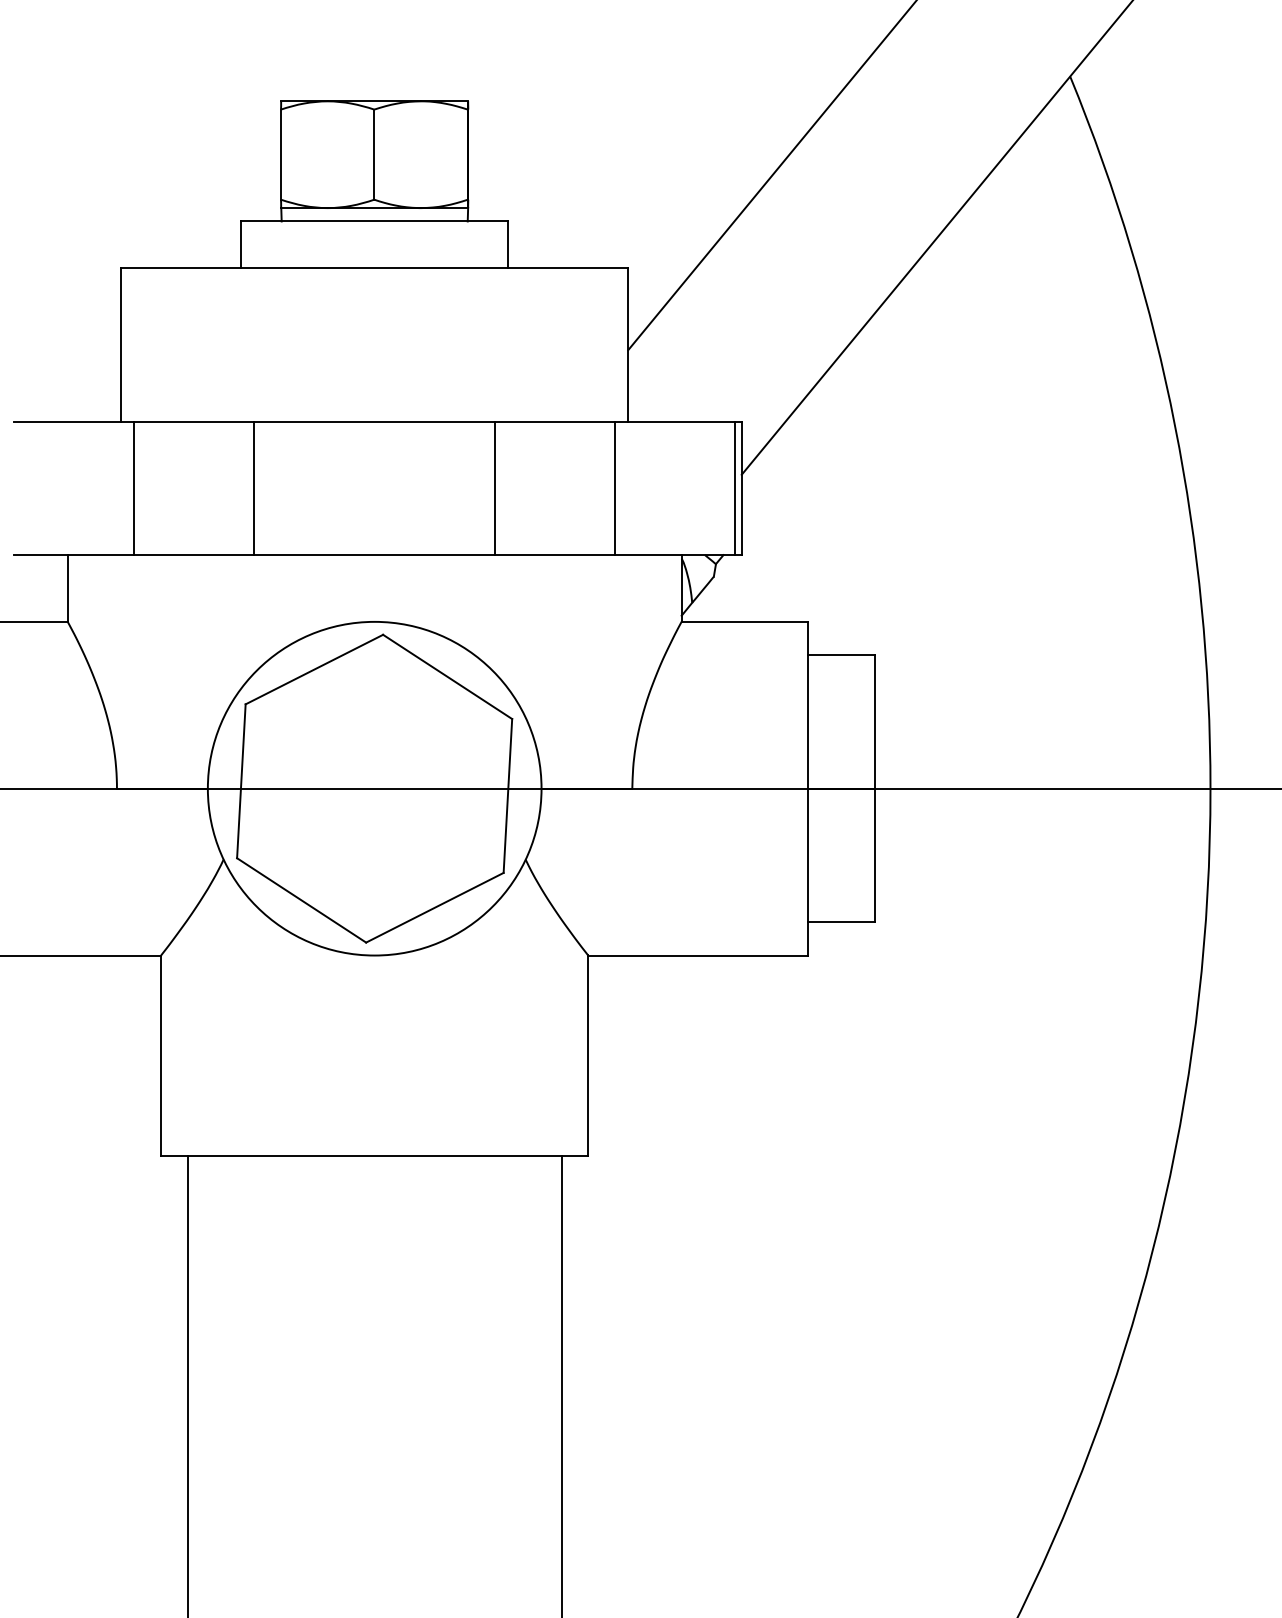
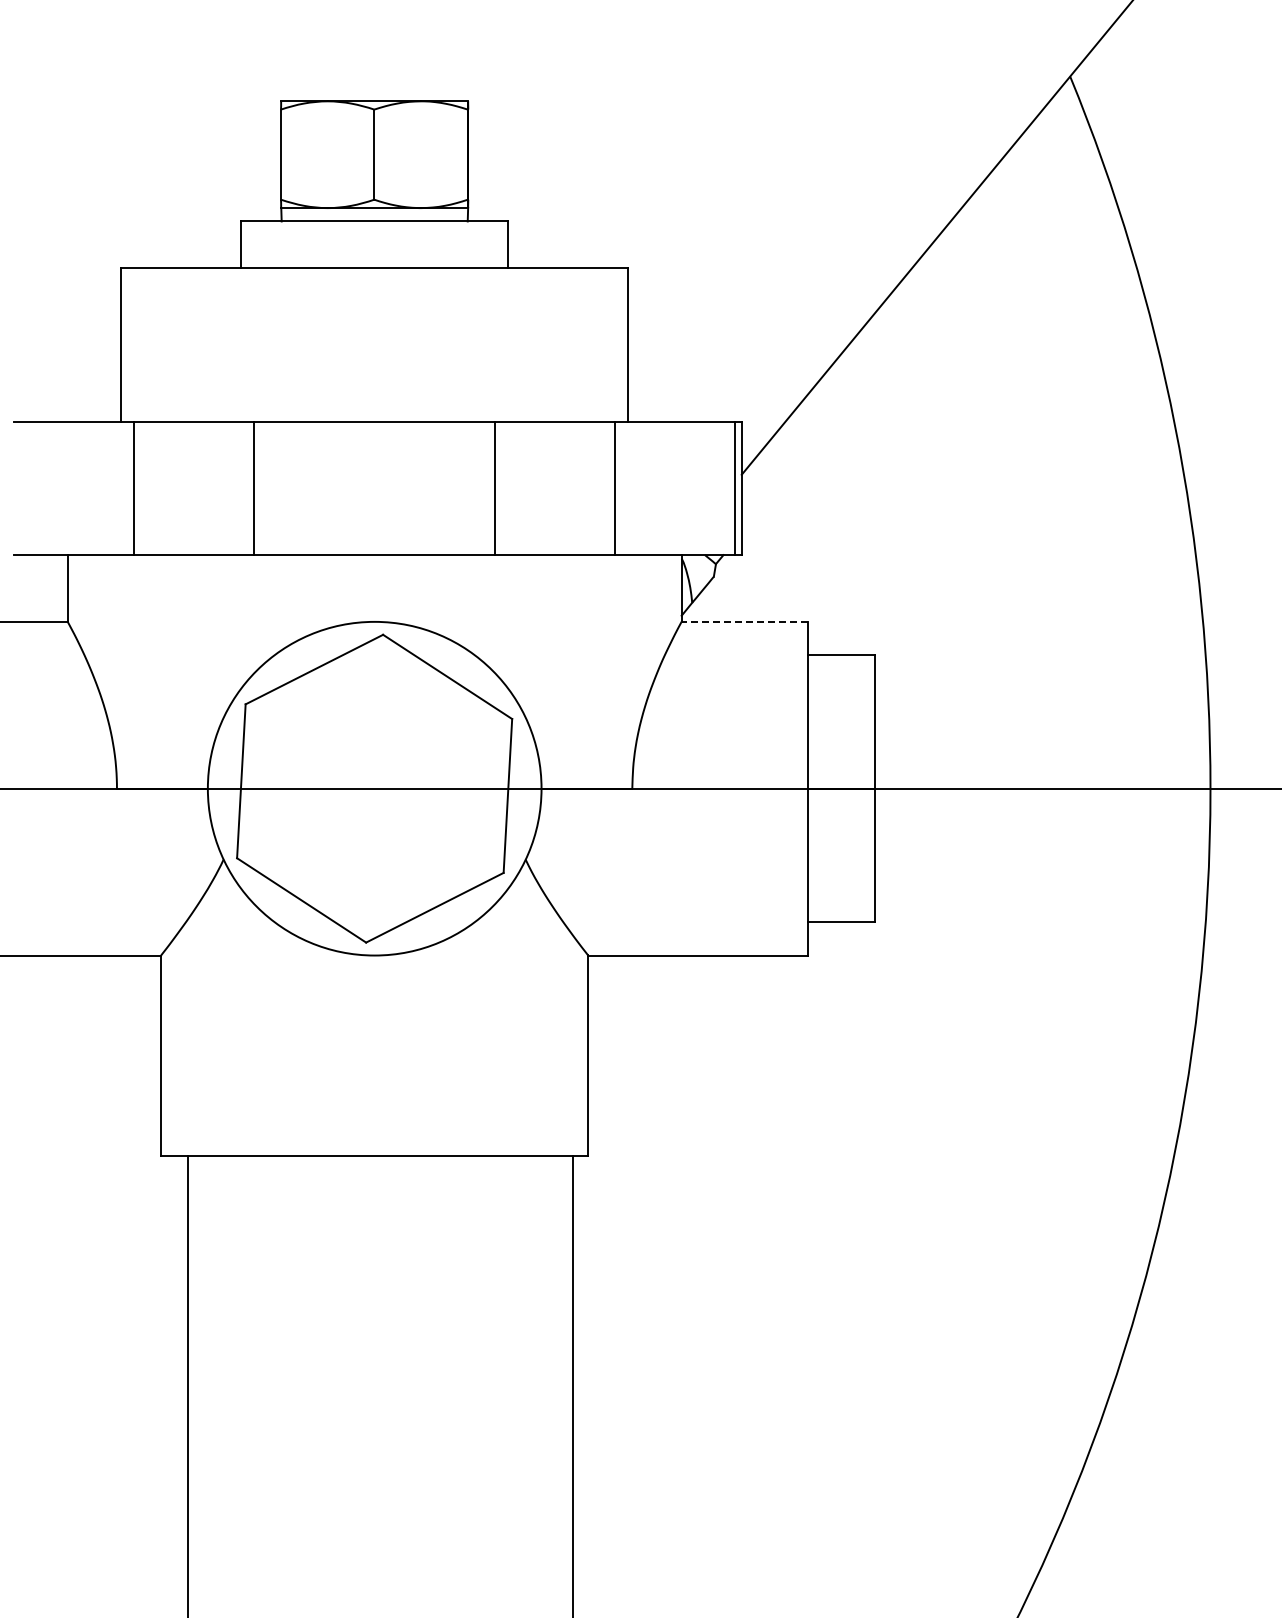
line at (771, 176): present -> none
line at (744, 621): solid -> dashed
line at (561, 1384) position: (561, 1384) -> (572, 1384)
